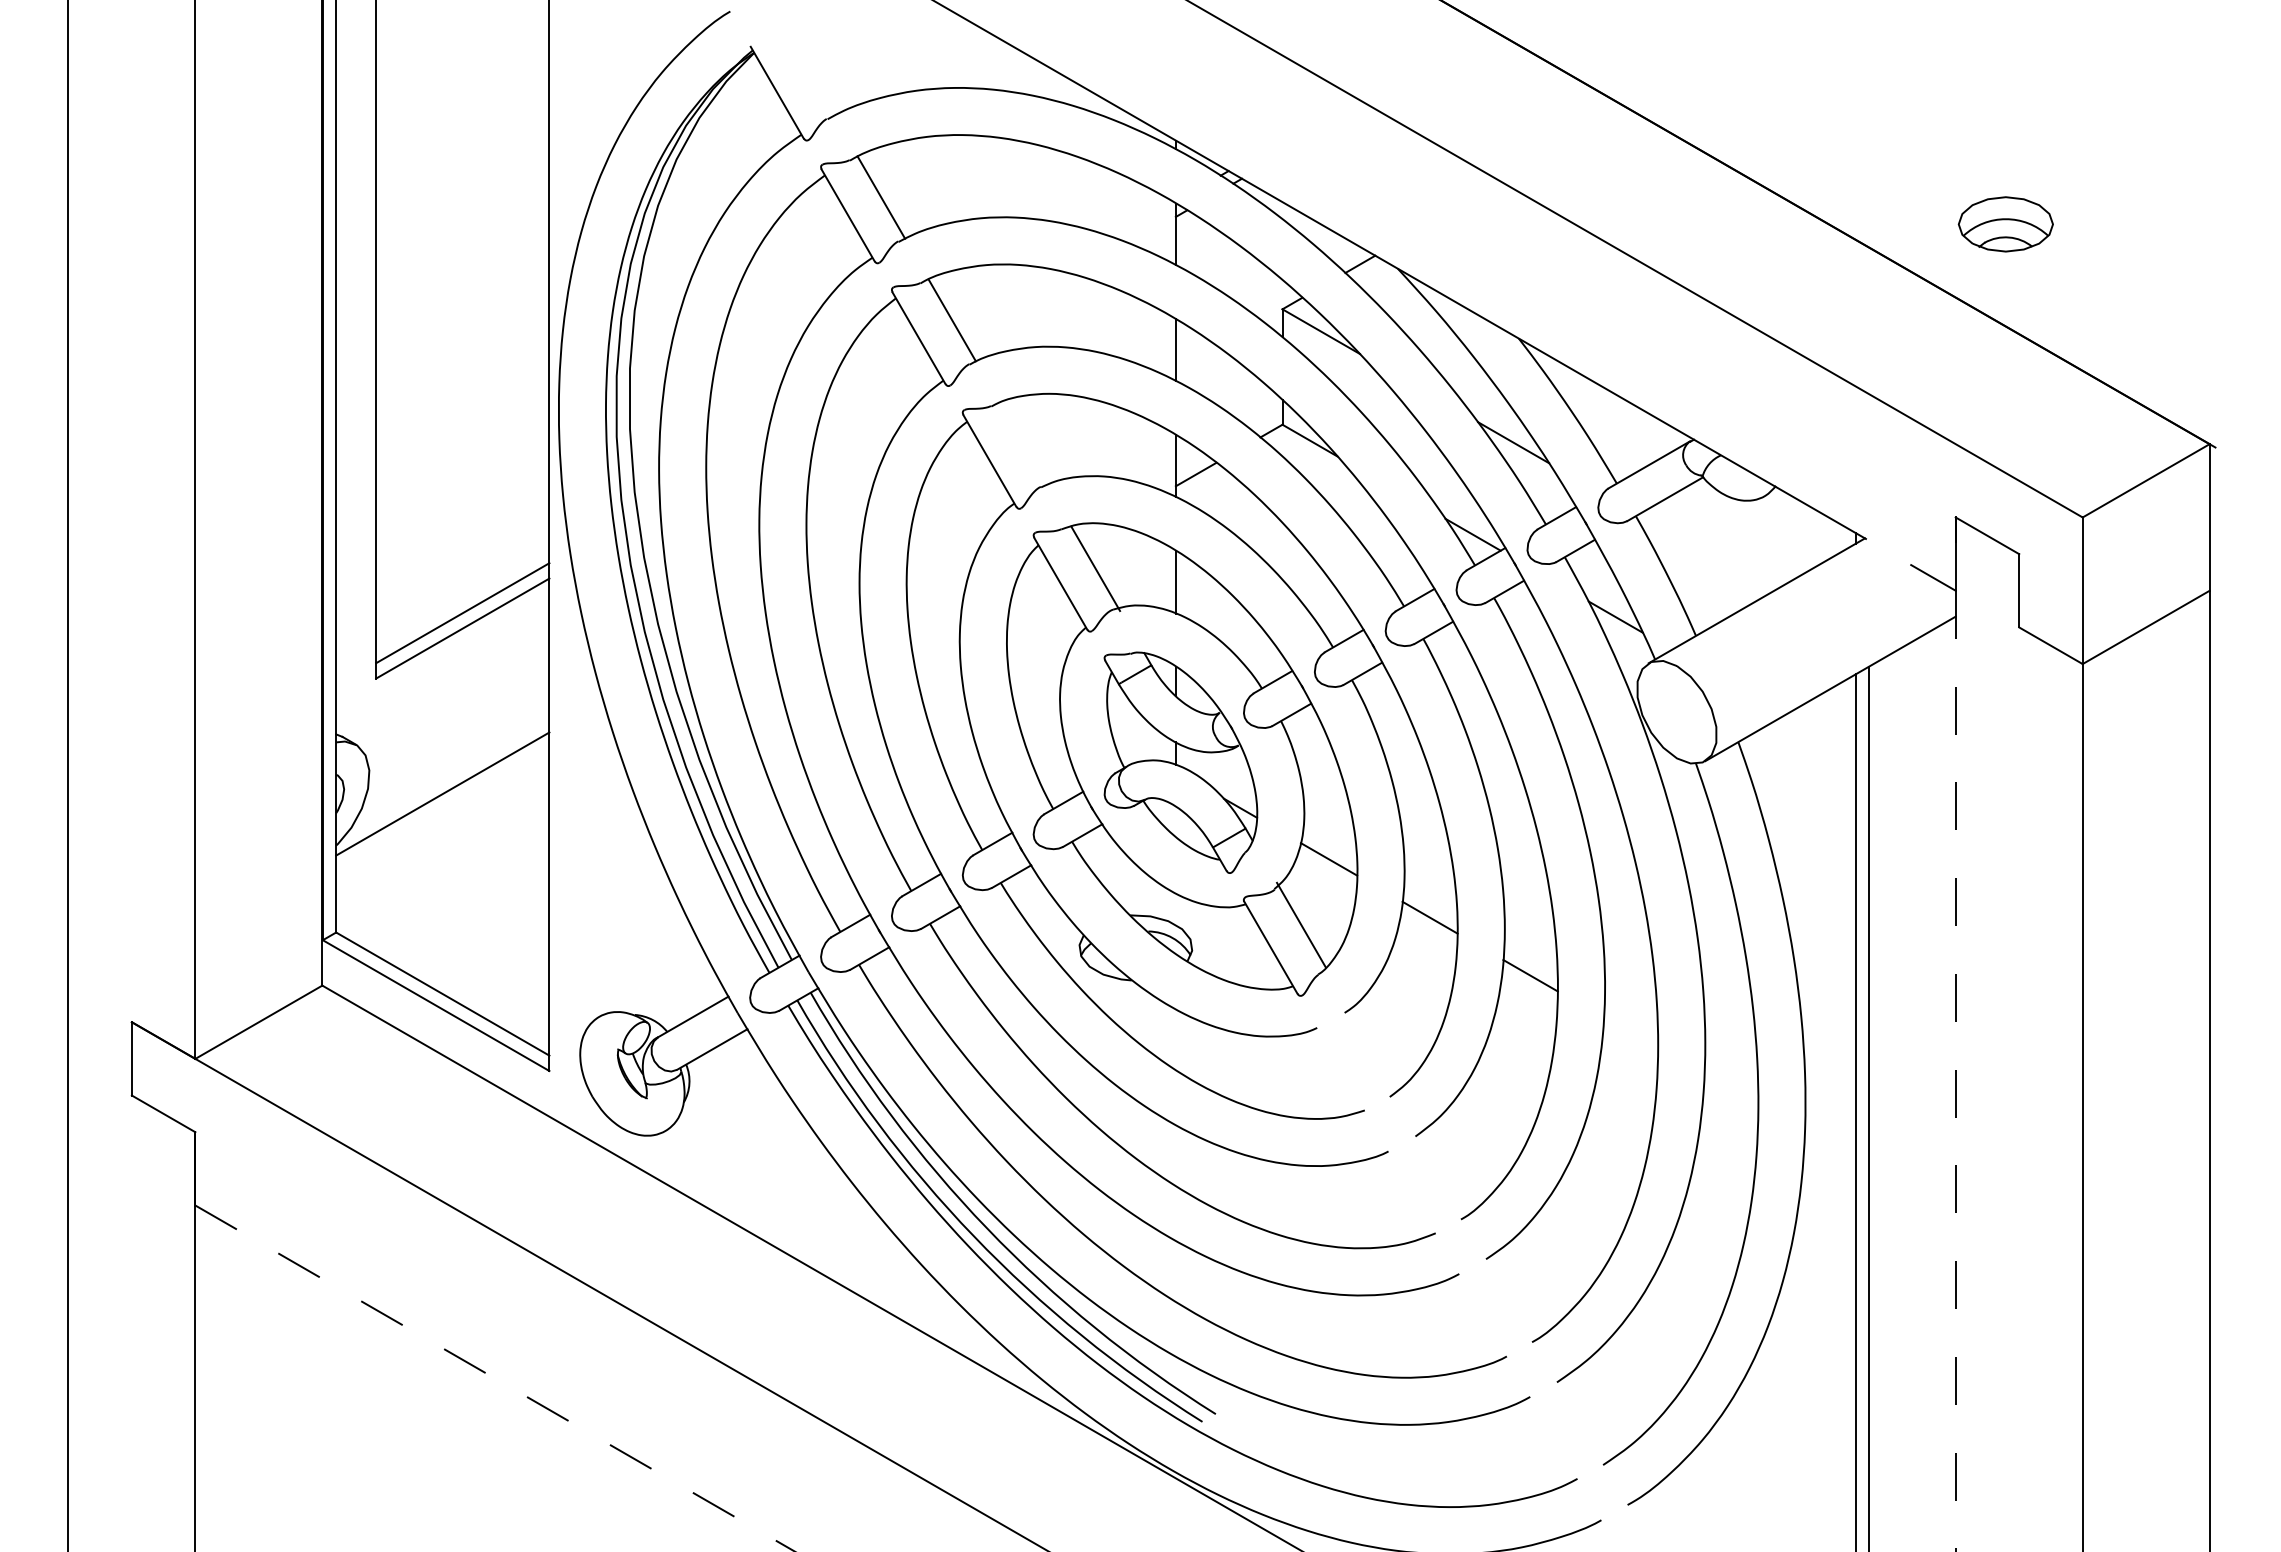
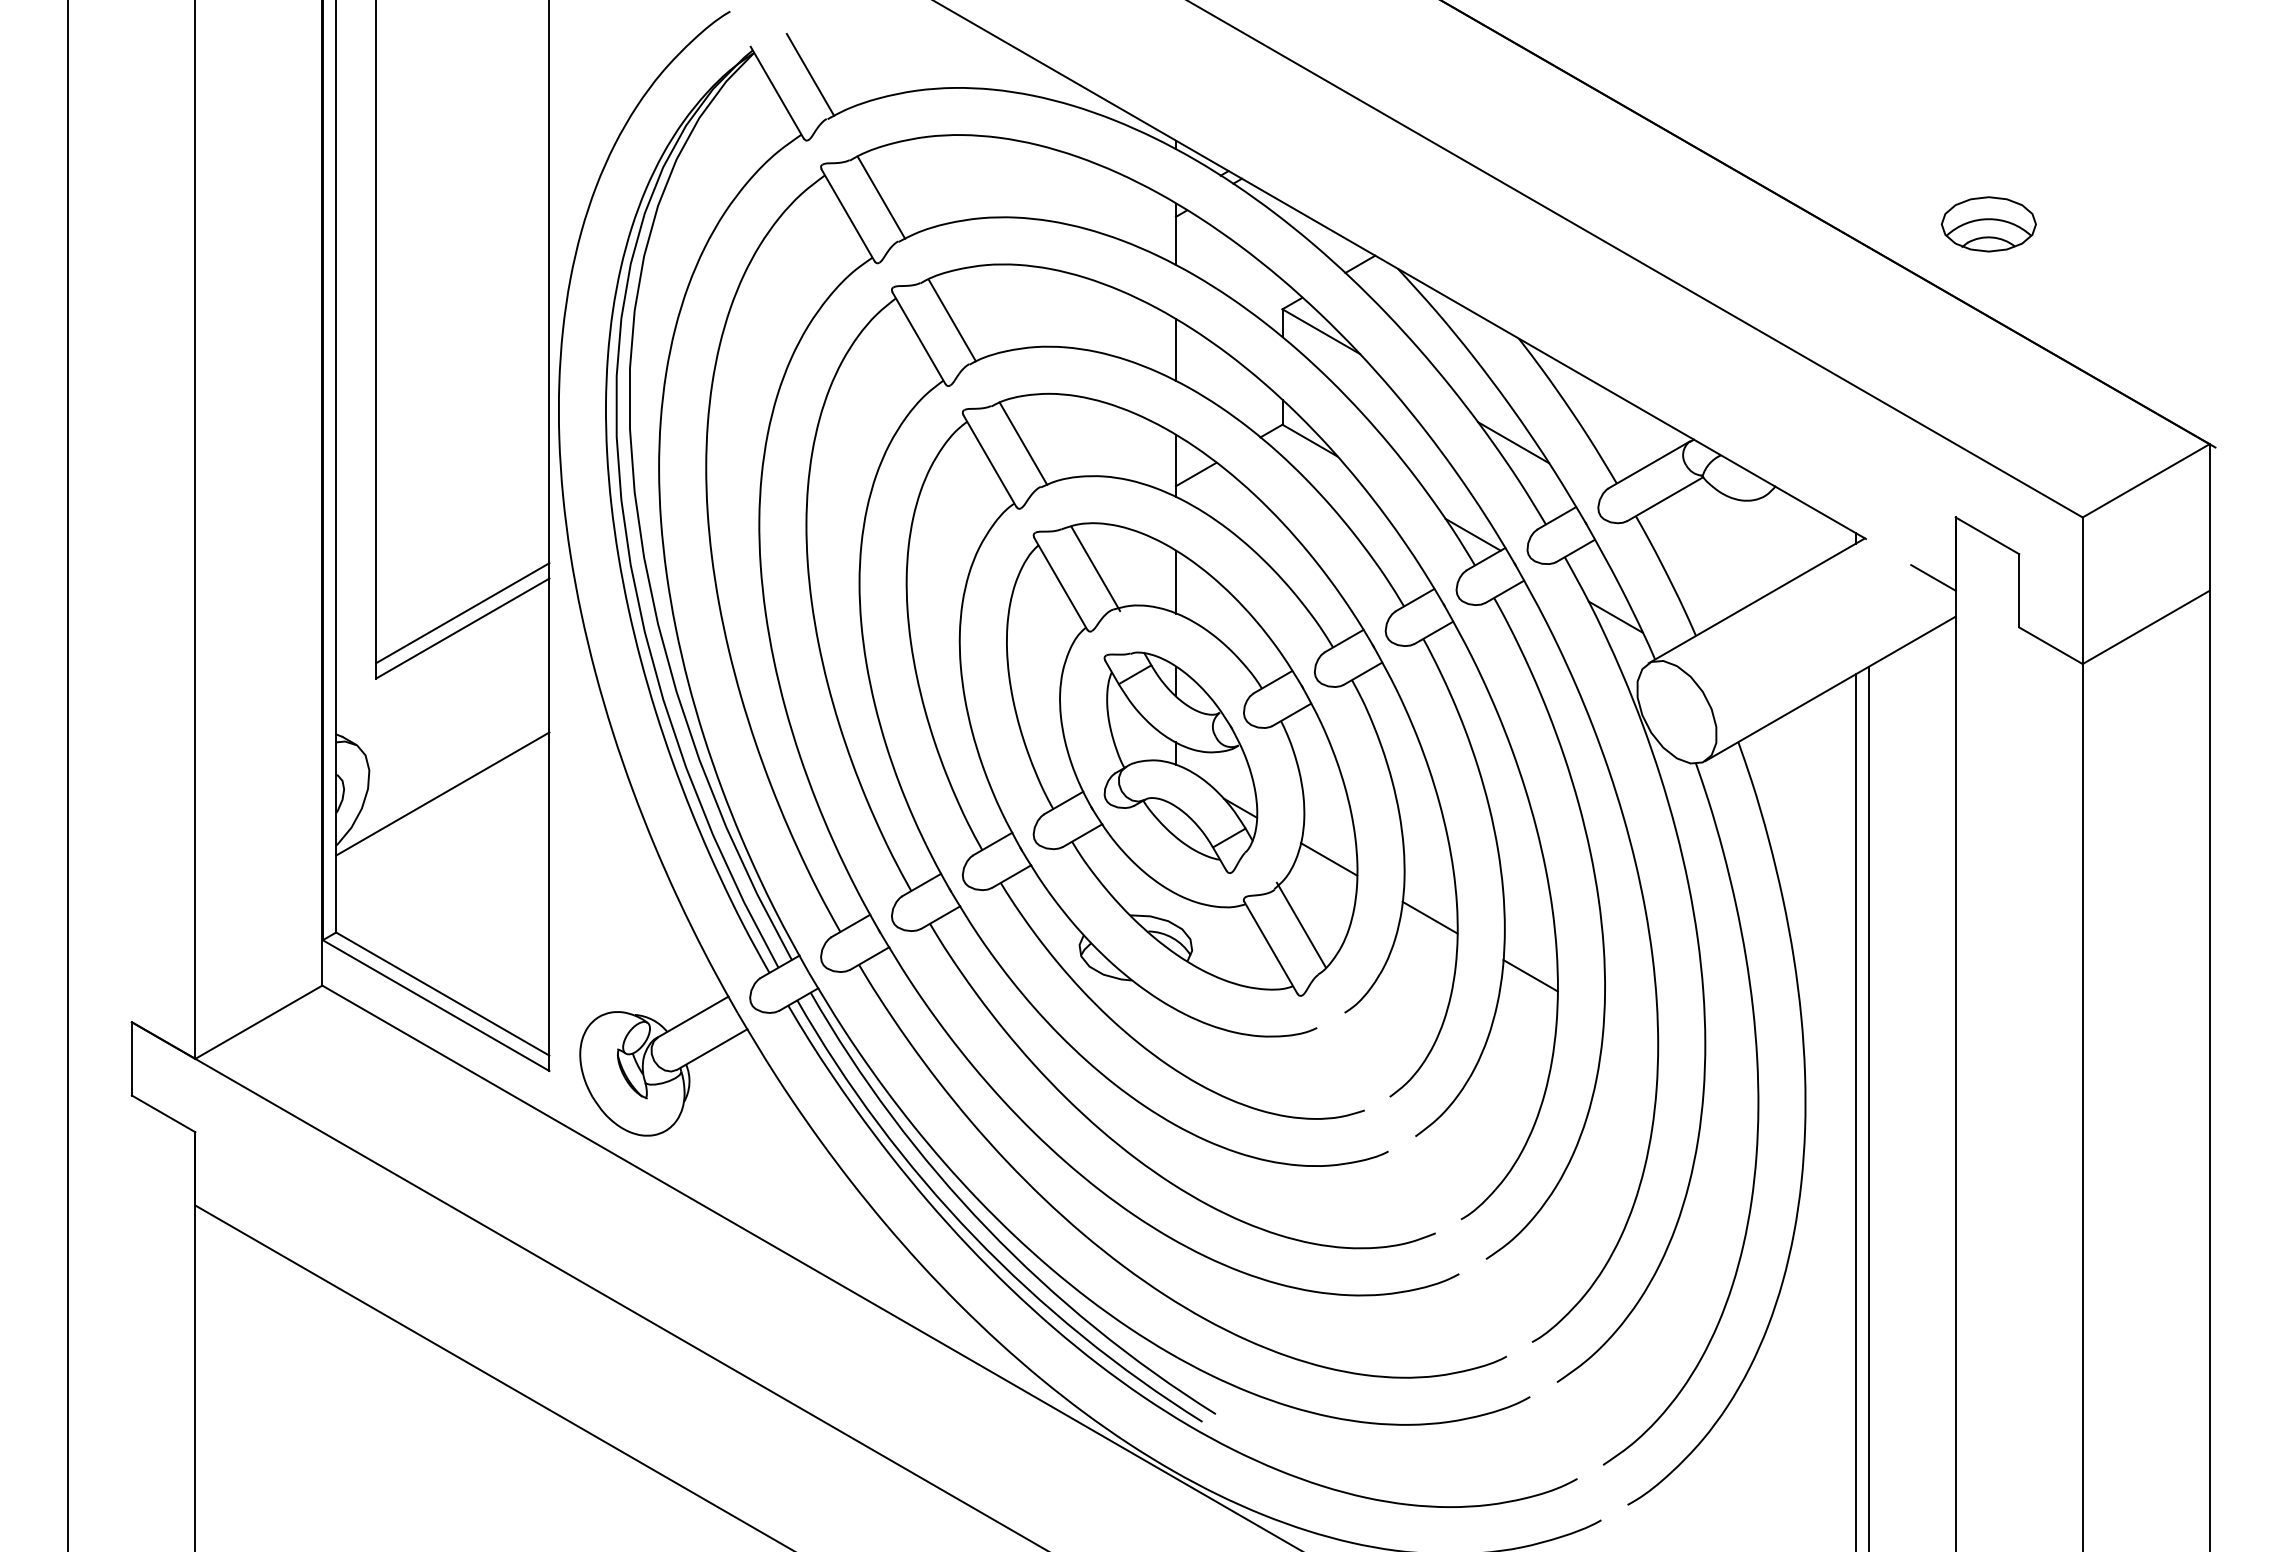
line at (810, 74): none -> present
part at (2005, 224) position: (2005, 224) -> (1988, 224)
line at (1023, 443): none -> present
line at (1955, 1034): dashed -> solid
line at (495, 1378): dashed -> solid
